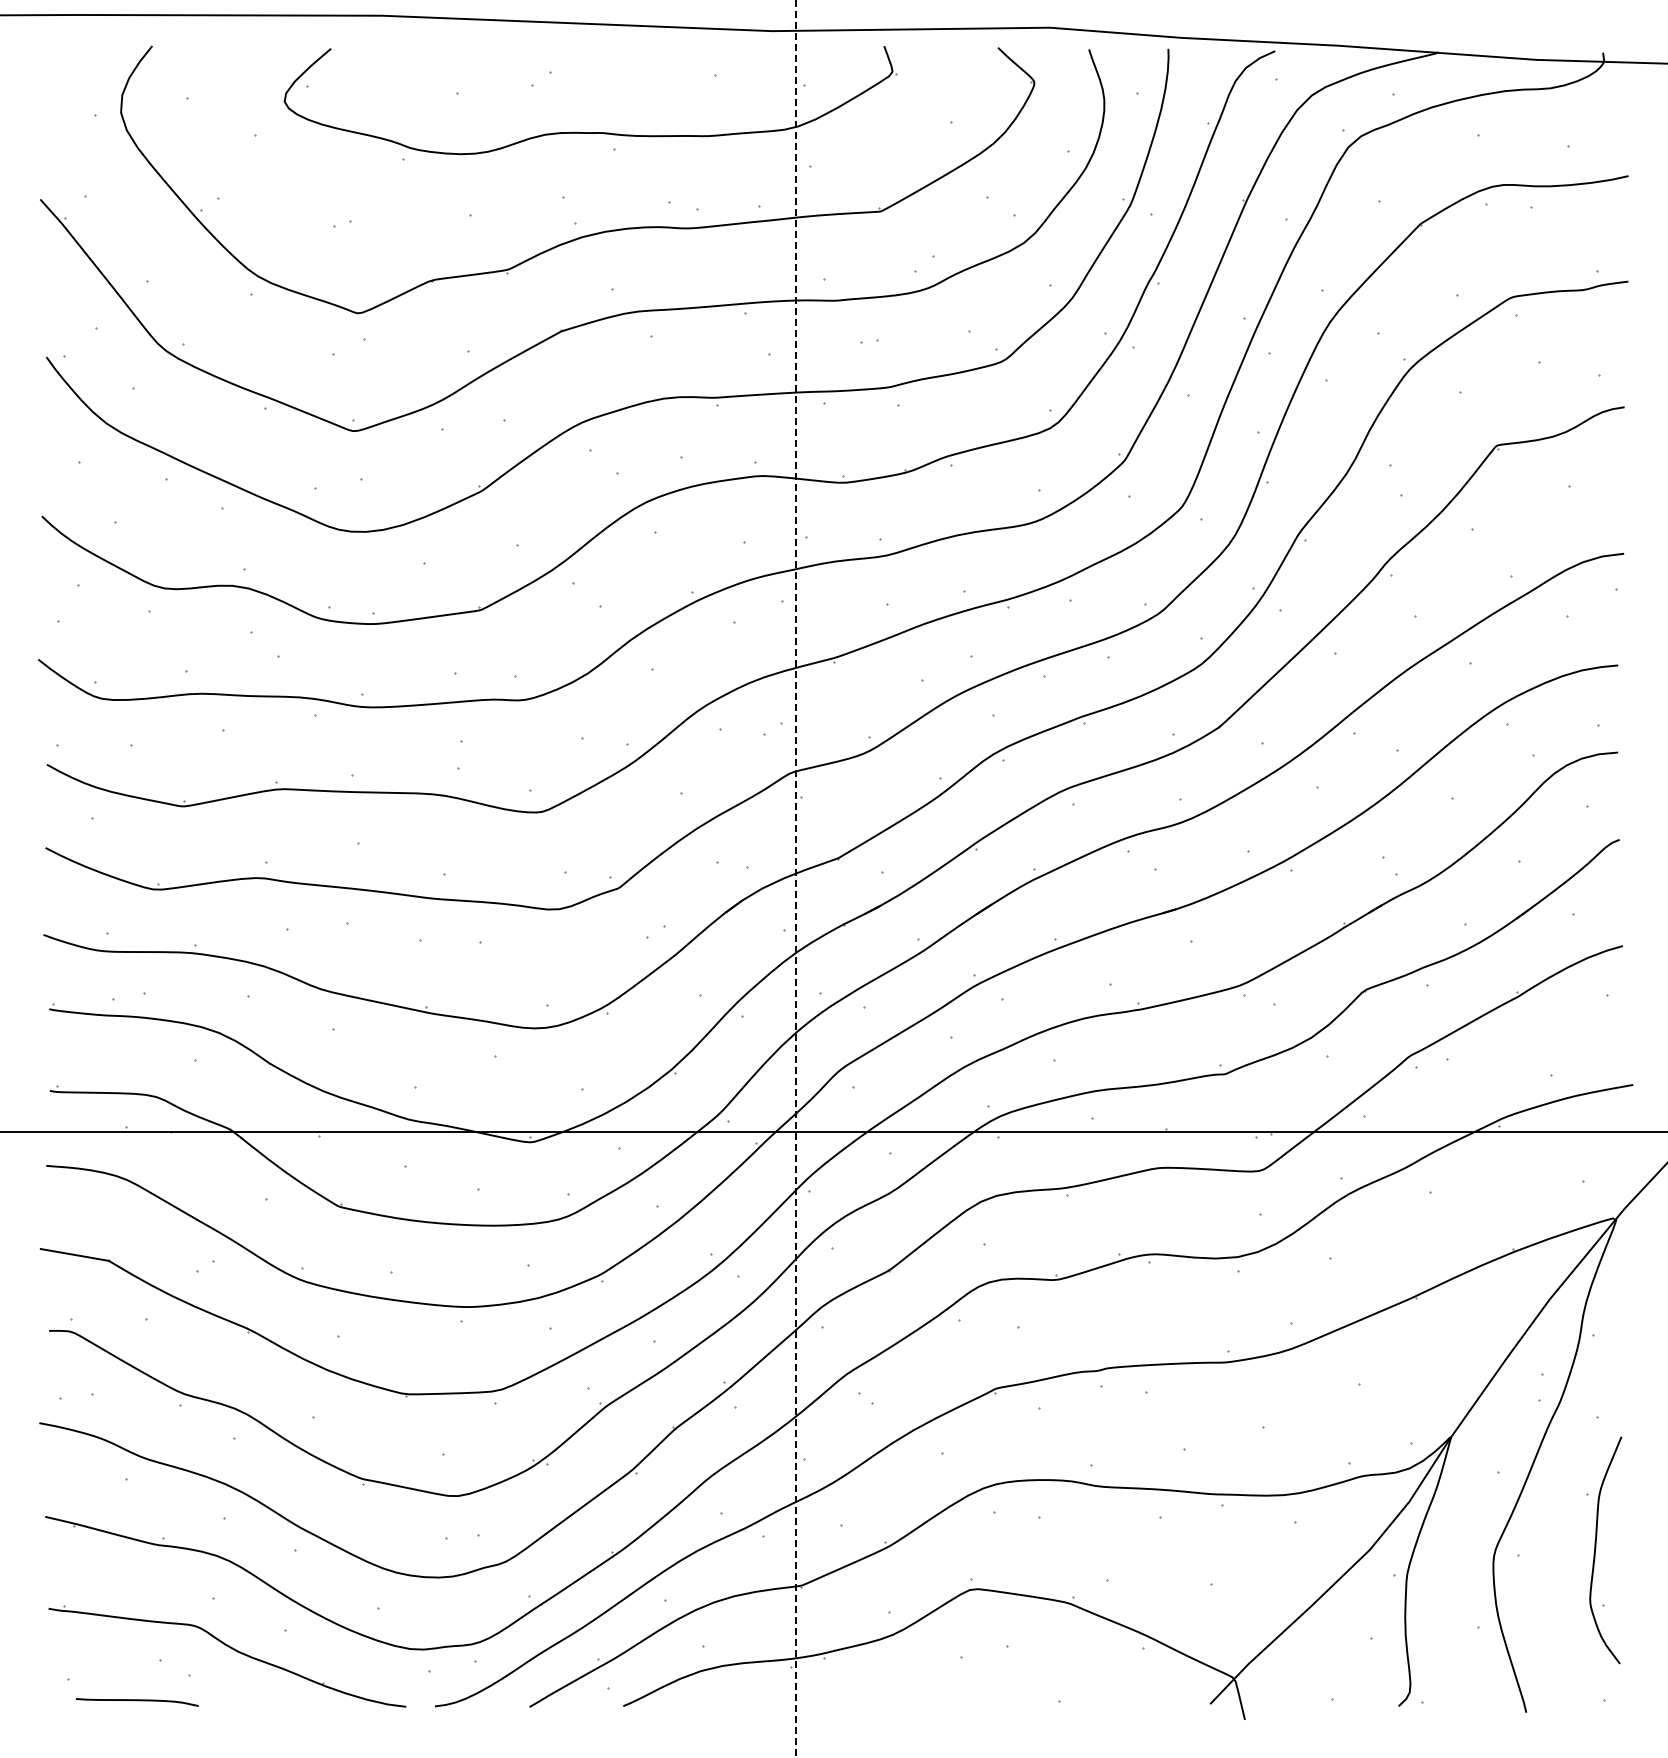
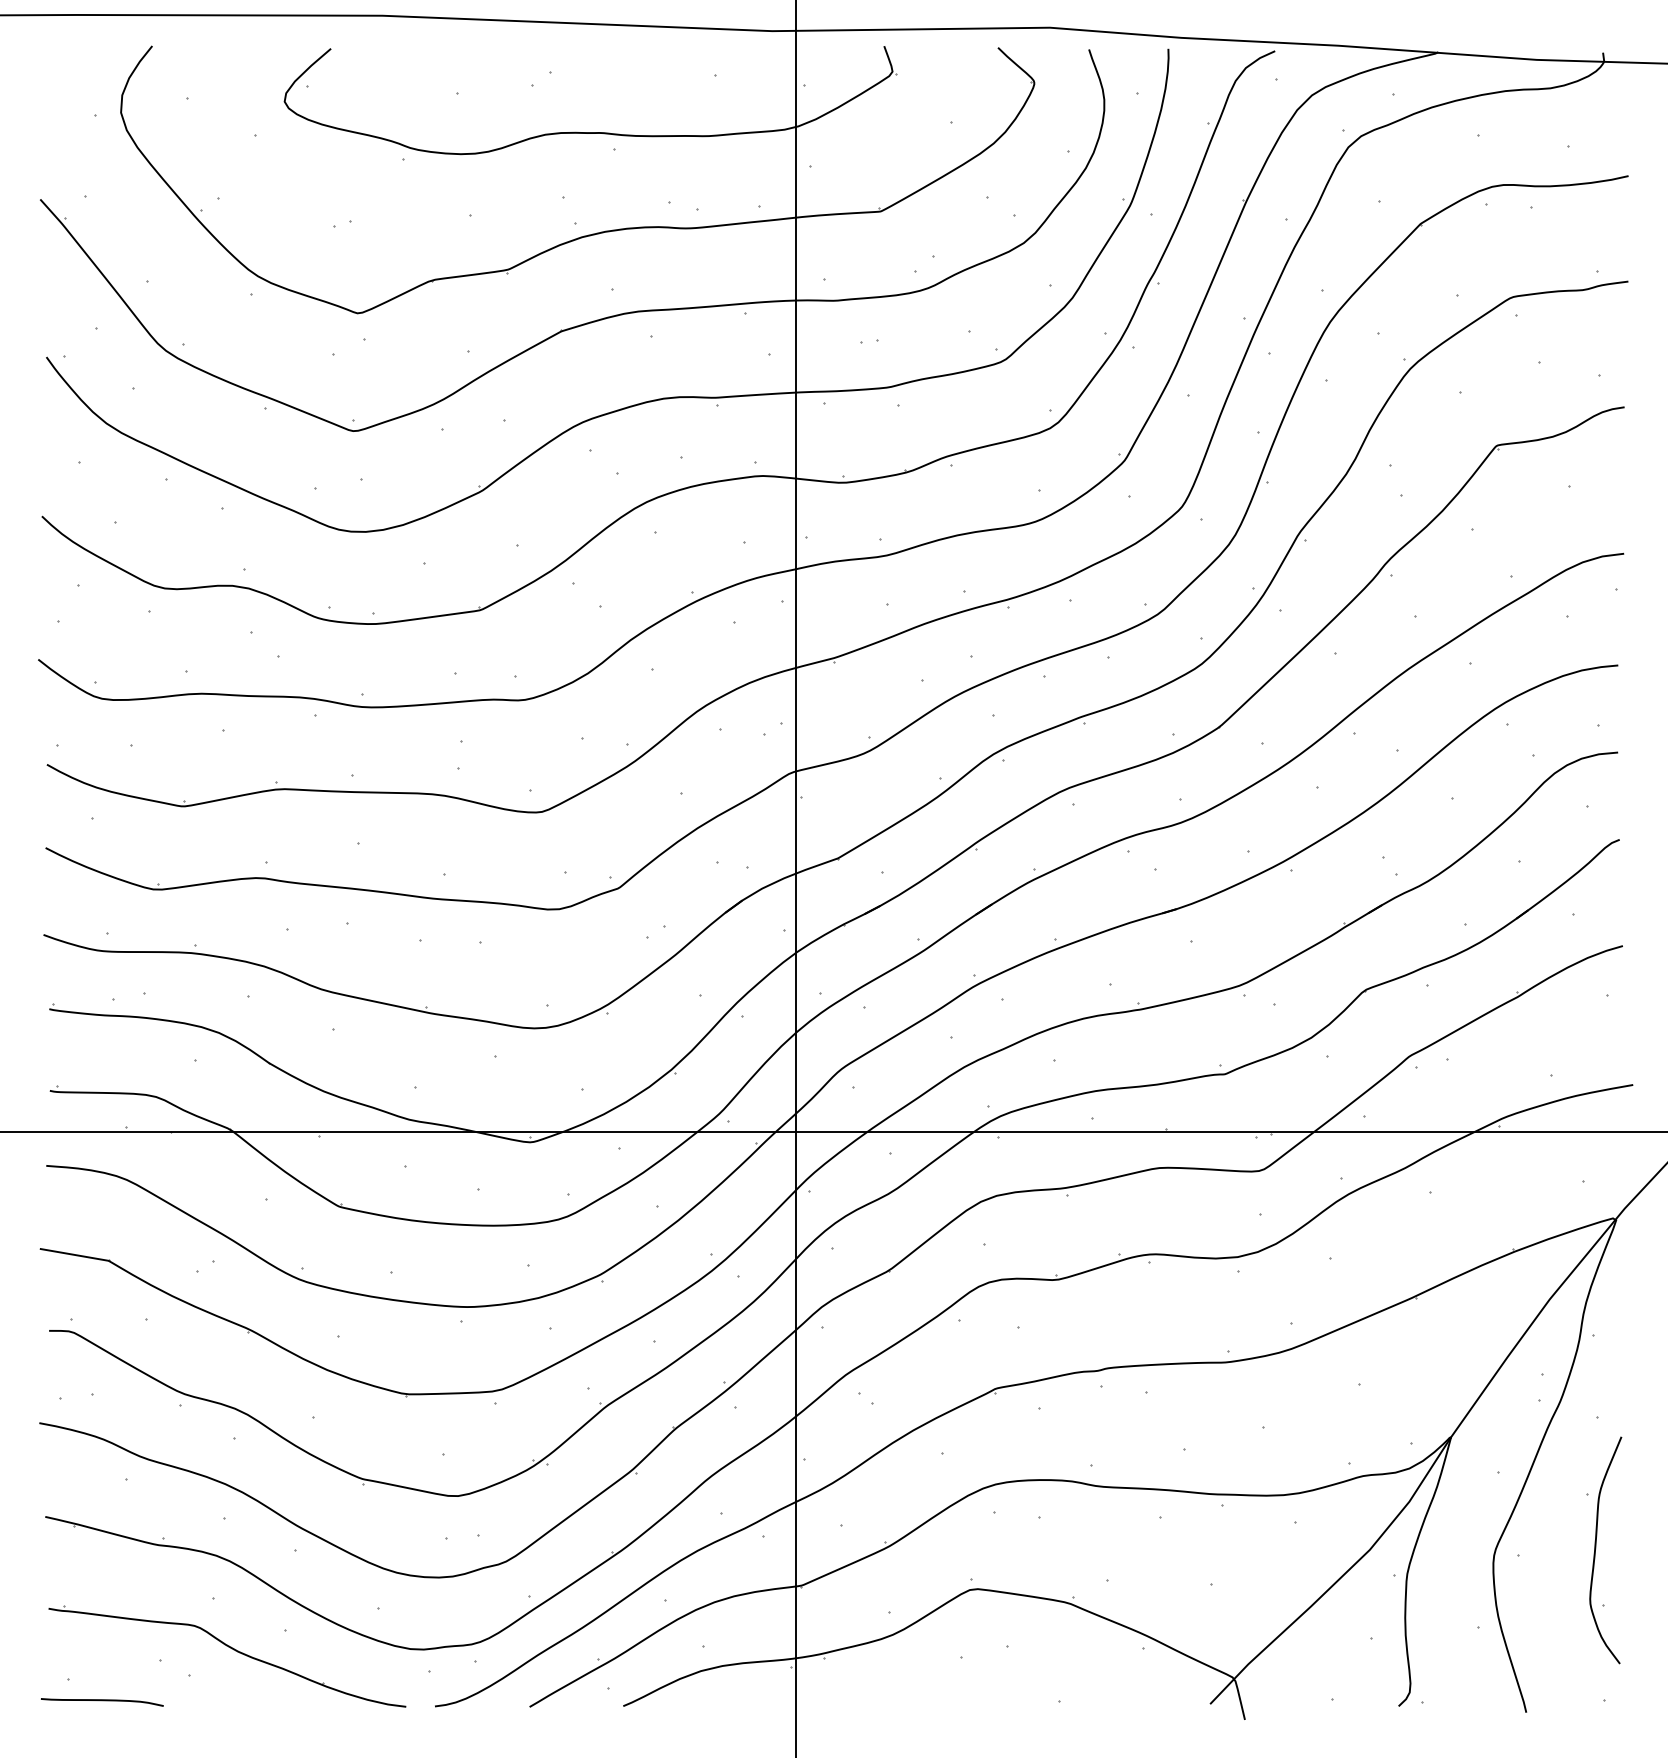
line at (796, 878): dashed -> solid
curve at (136, 1701) position: (136, 1701) -> (101, 1701)
